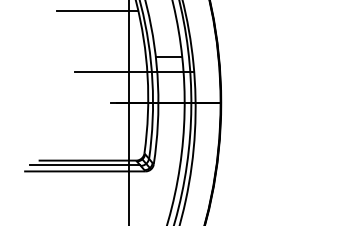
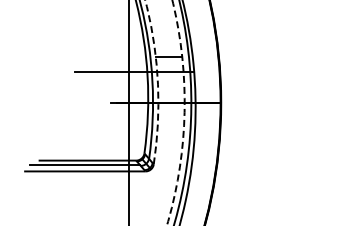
line at (97, 11): present -> none
arc at (157, 81): solid -> dashed
arc at (184, 112): solid -> dashed
